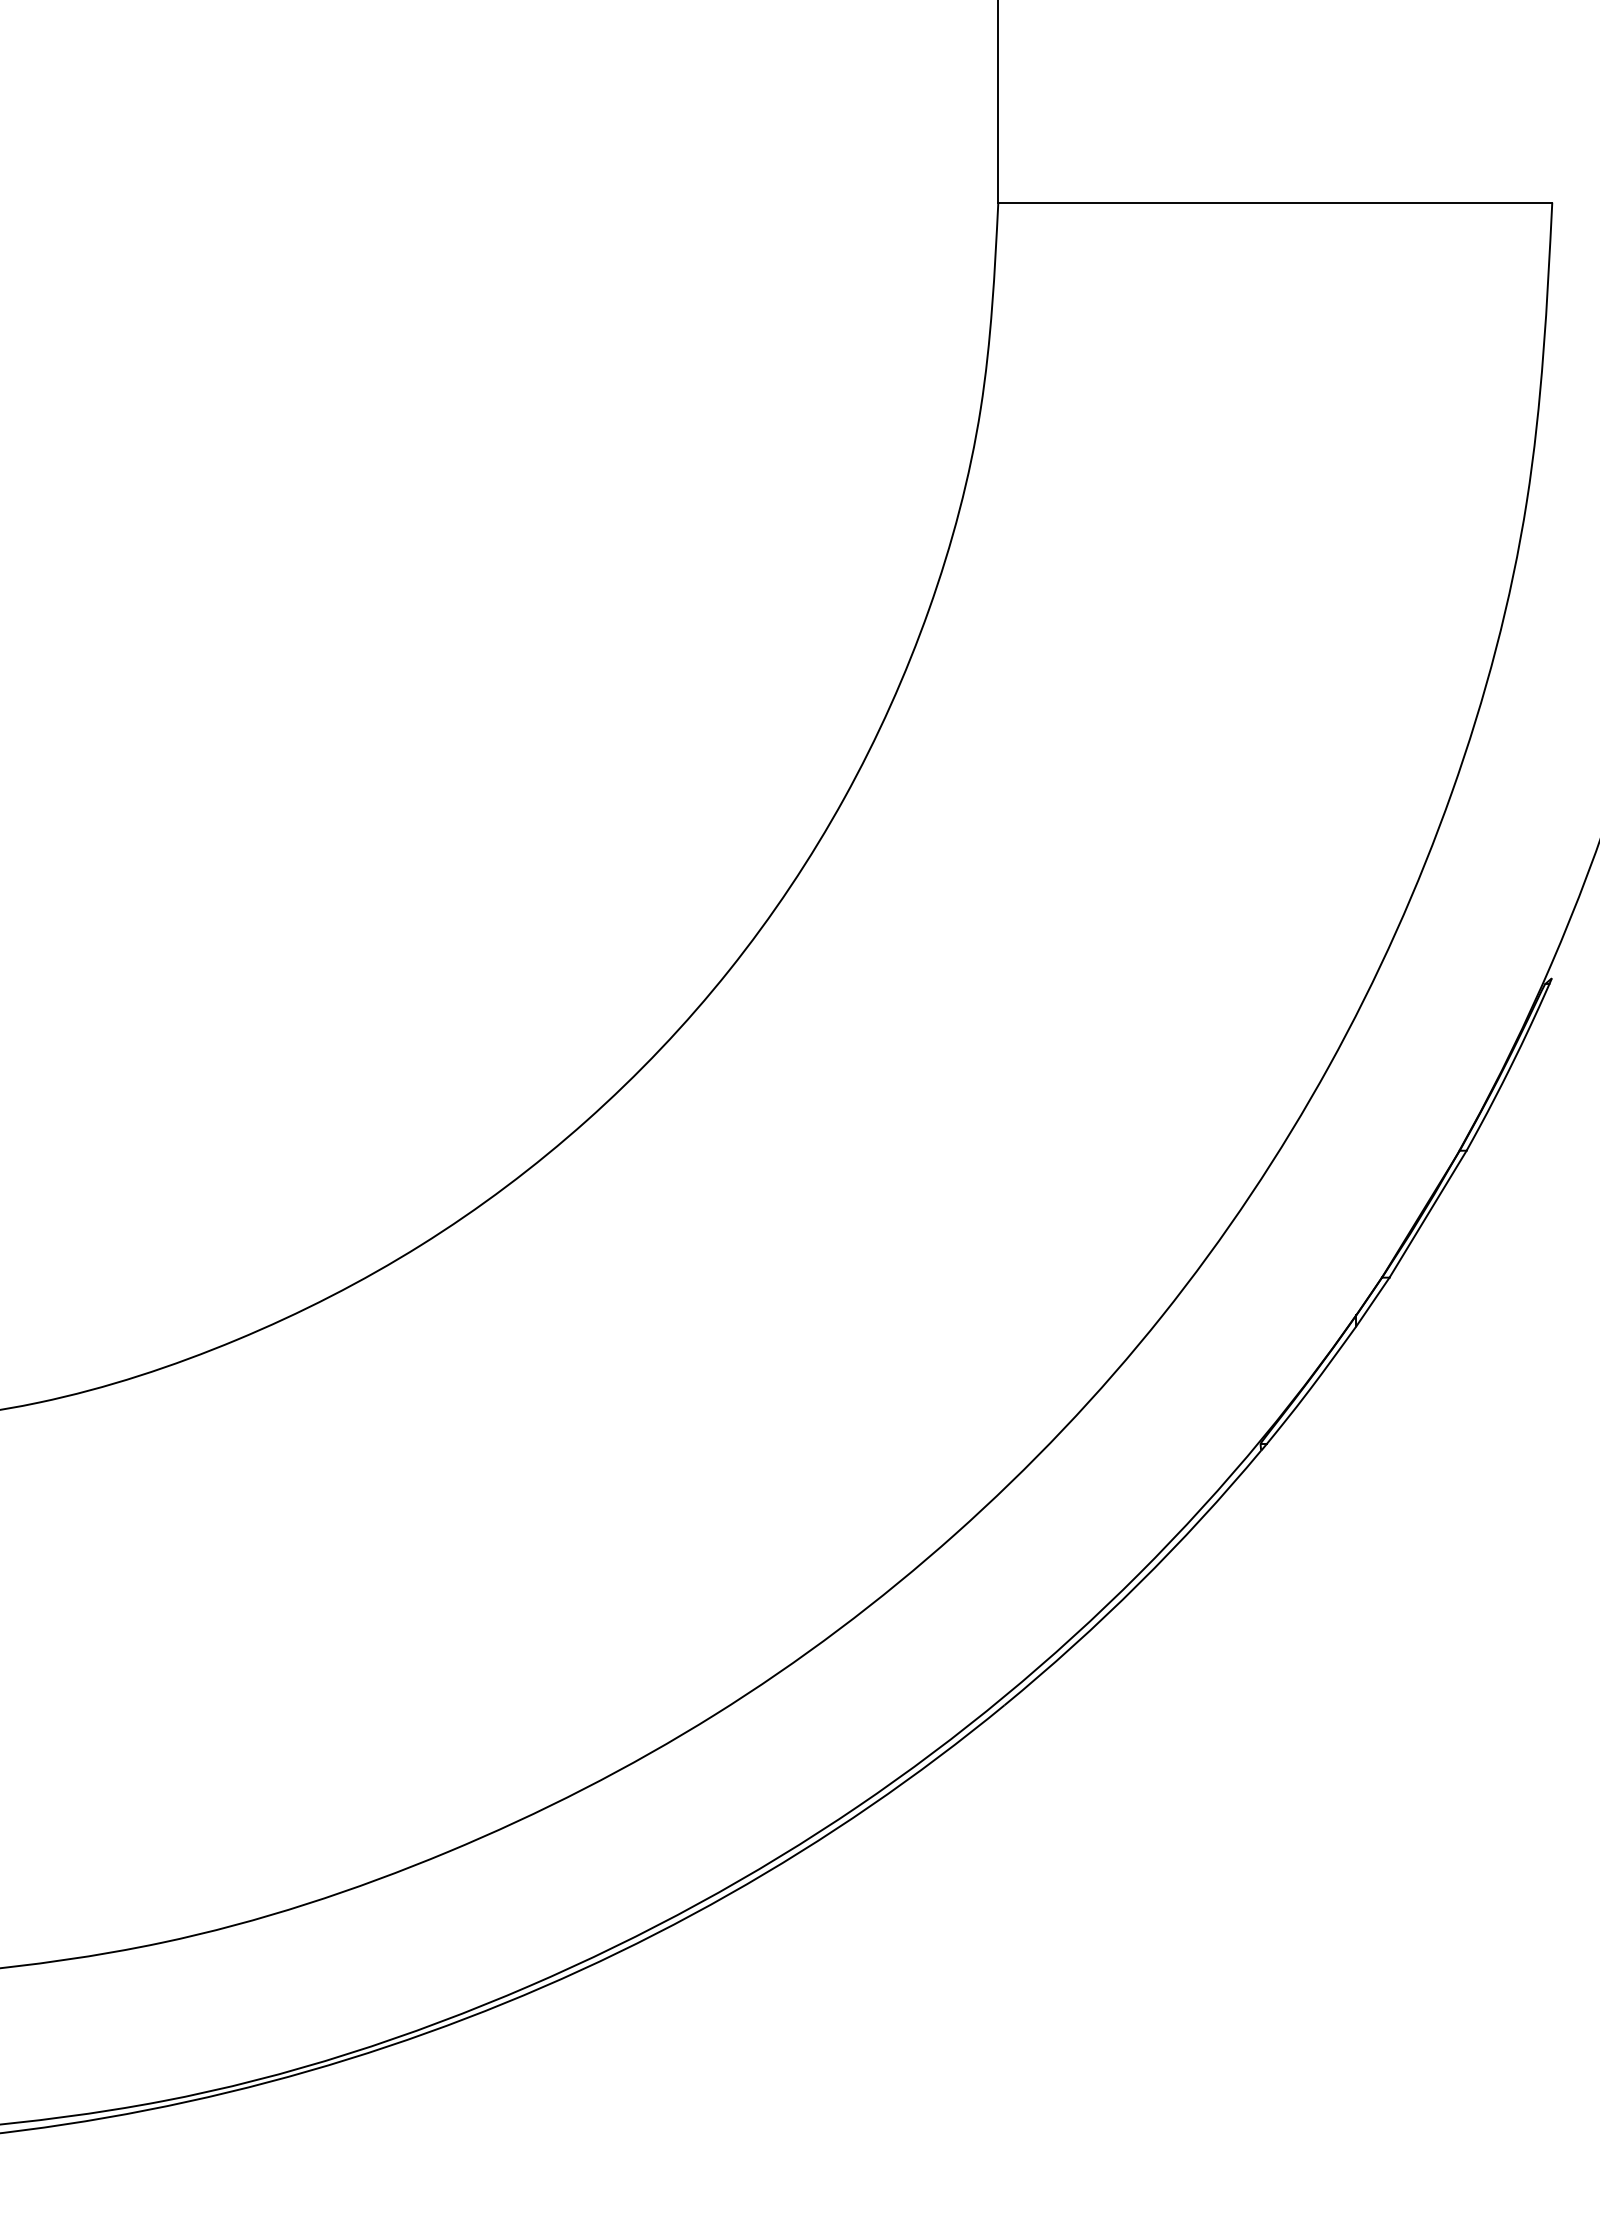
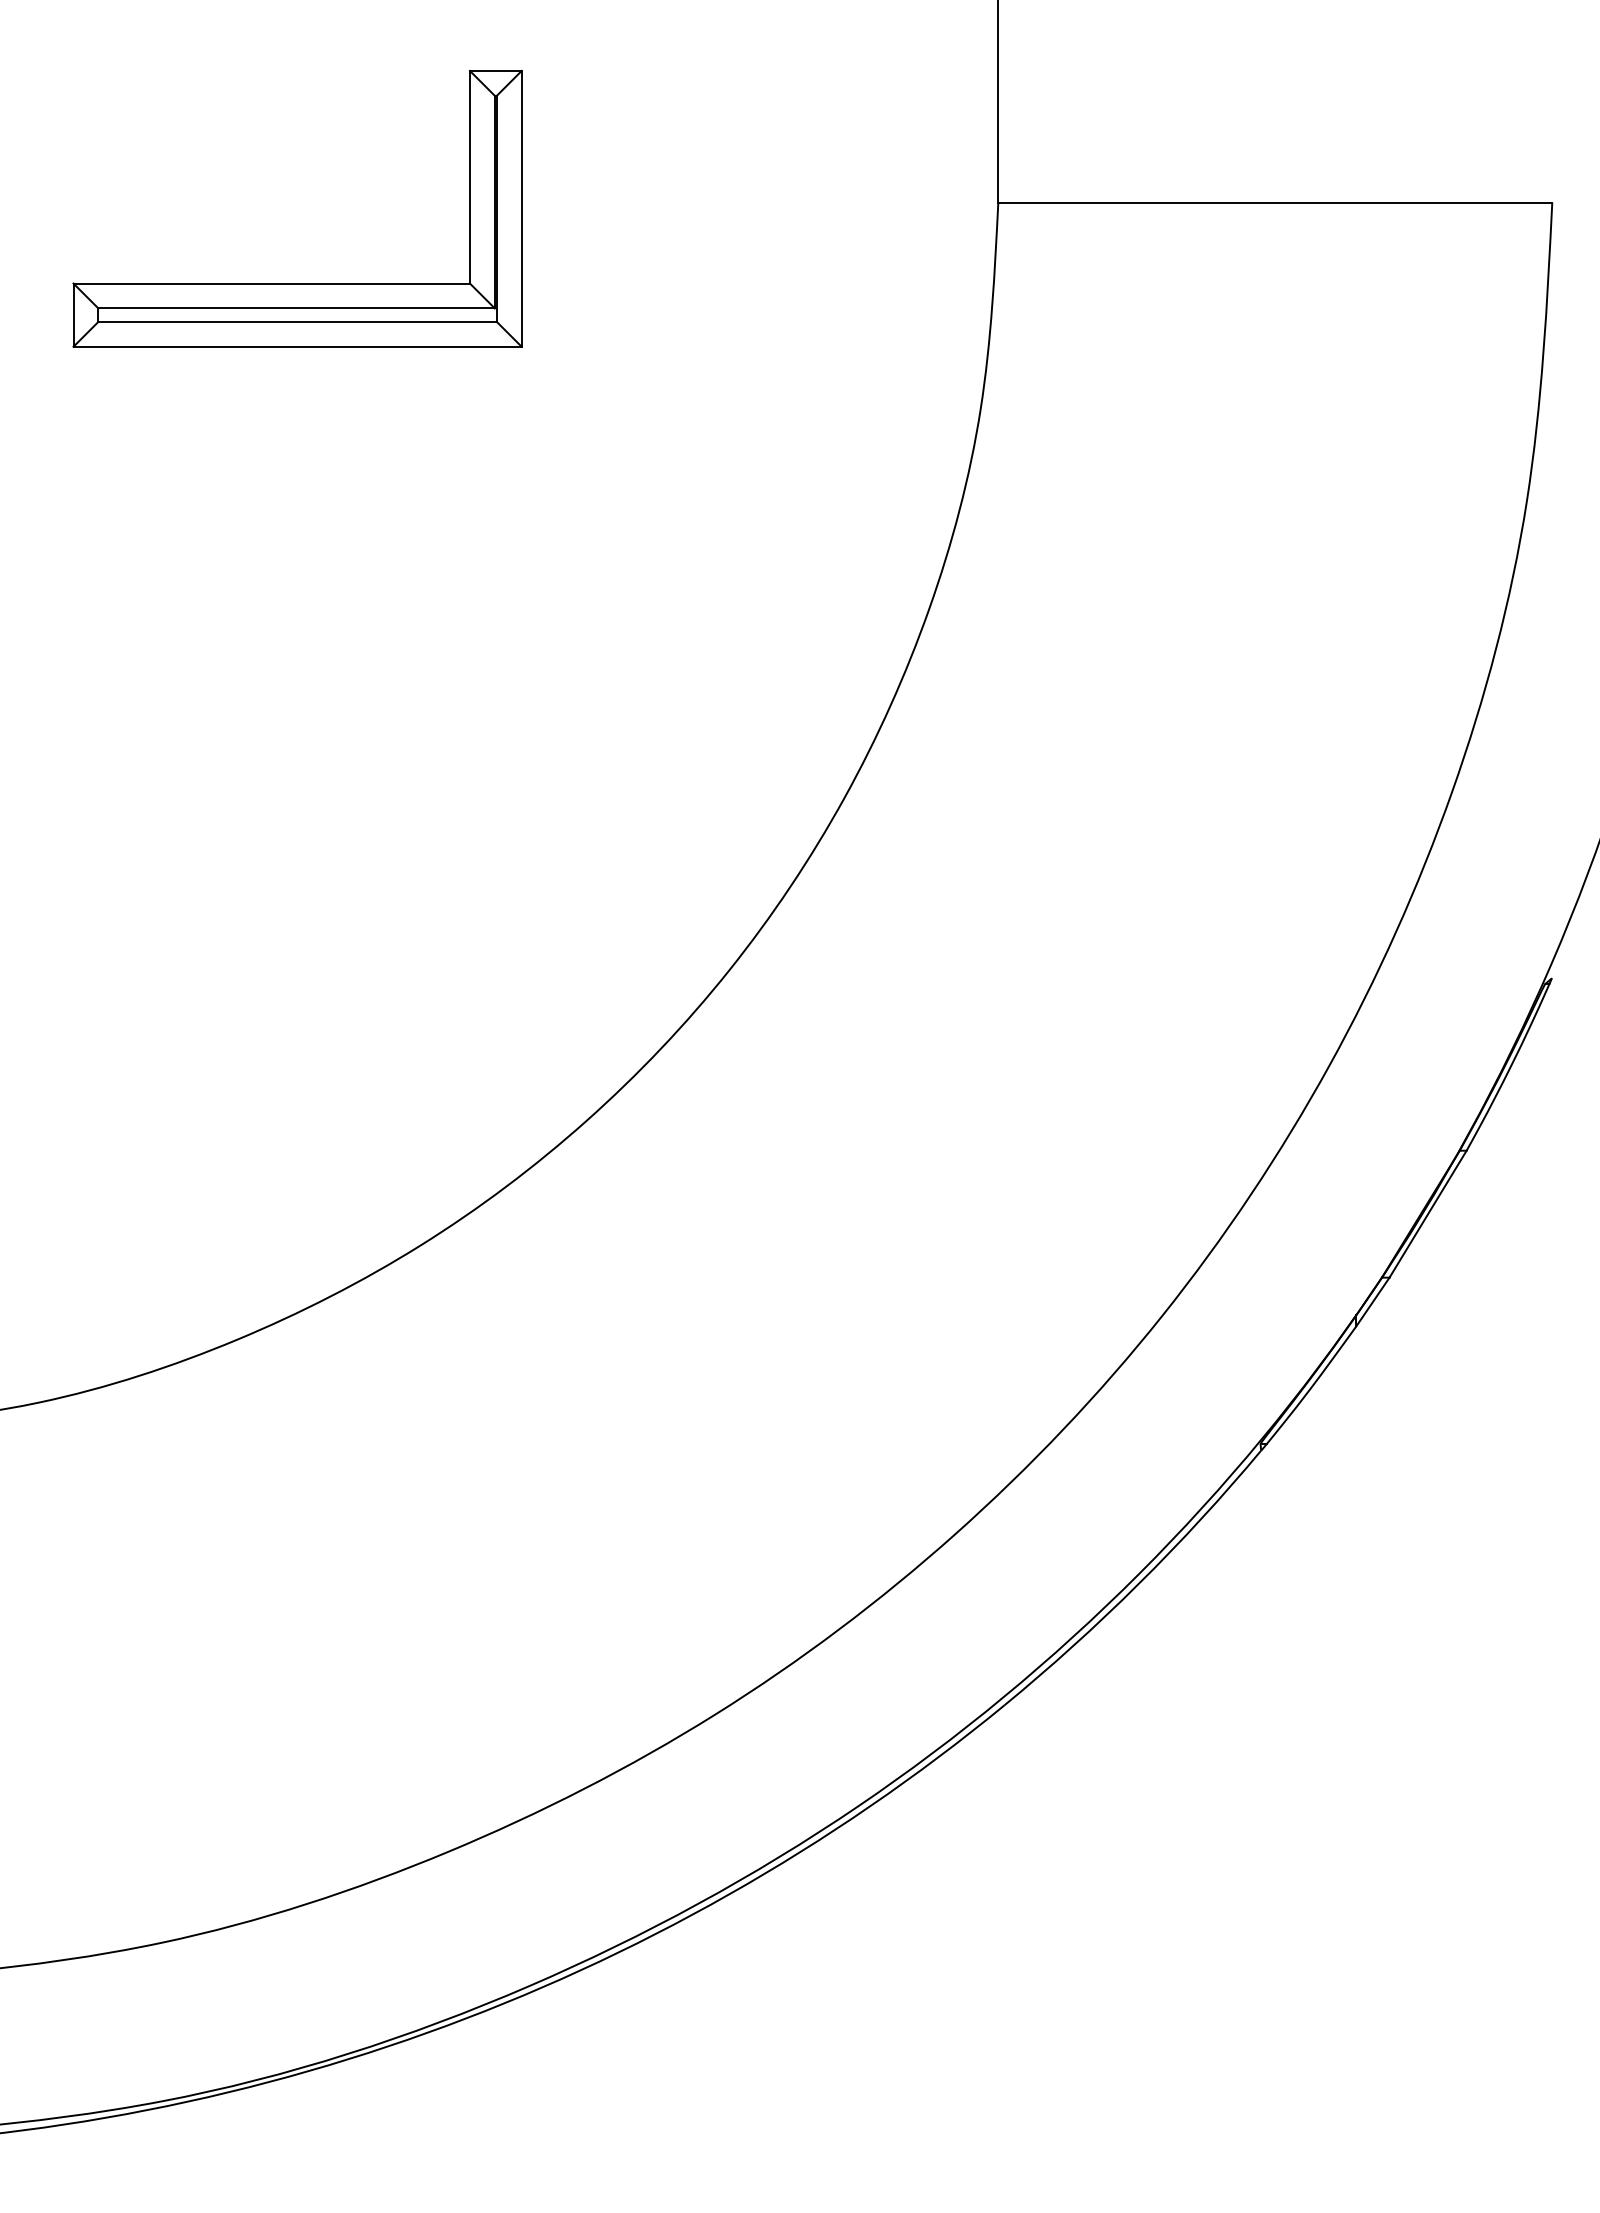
part at (297, 283): none -> present
